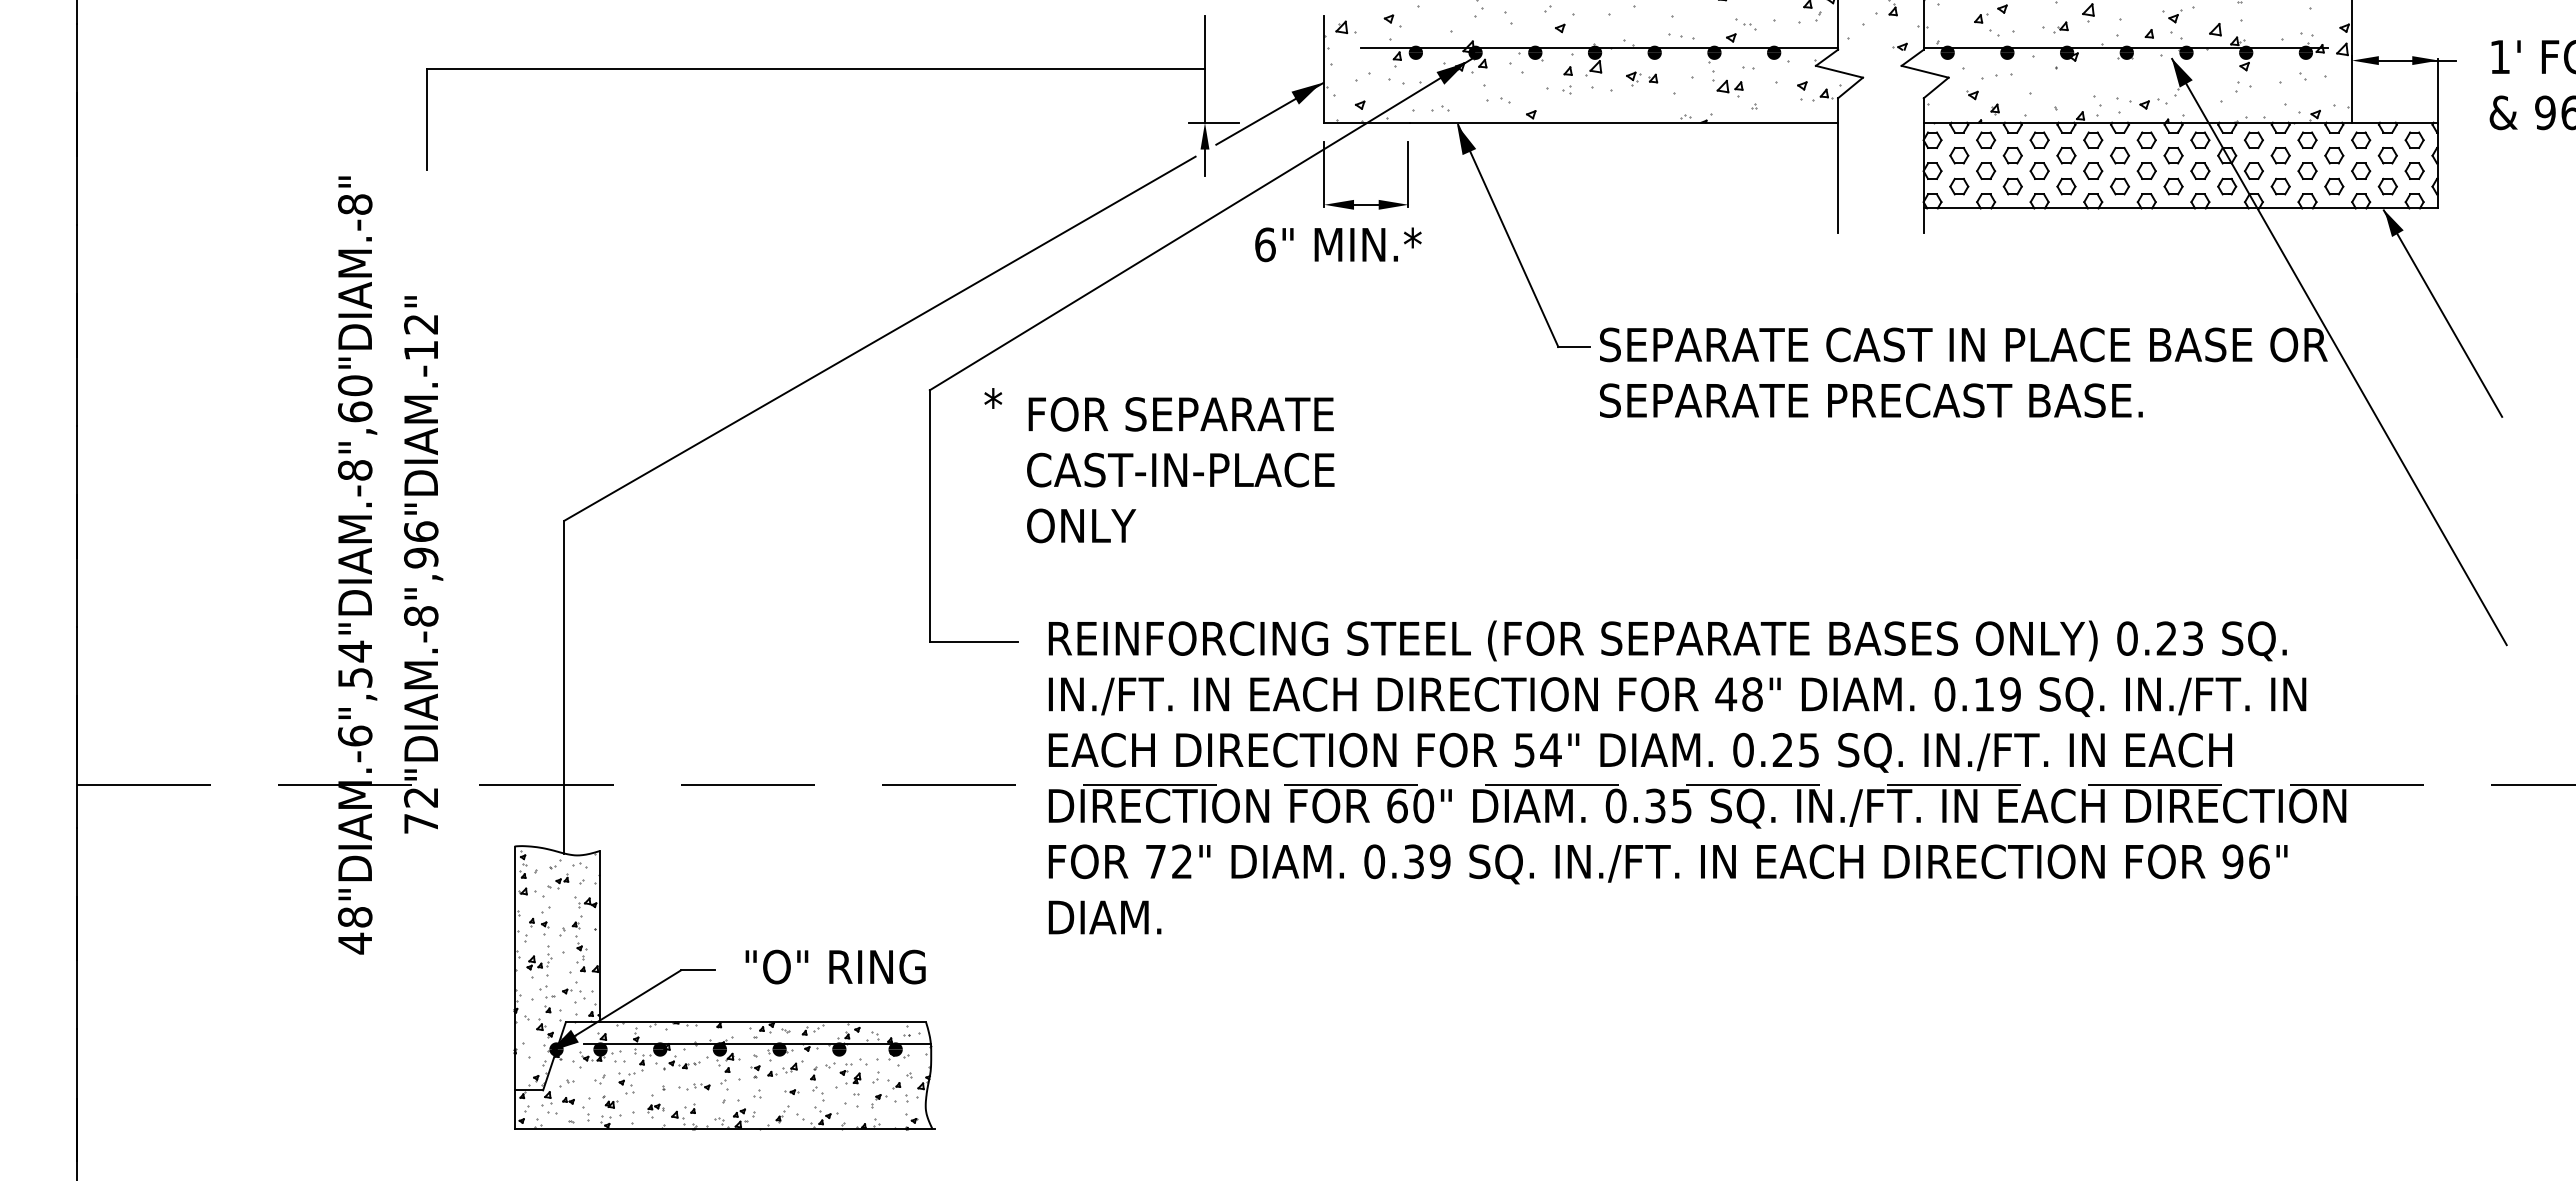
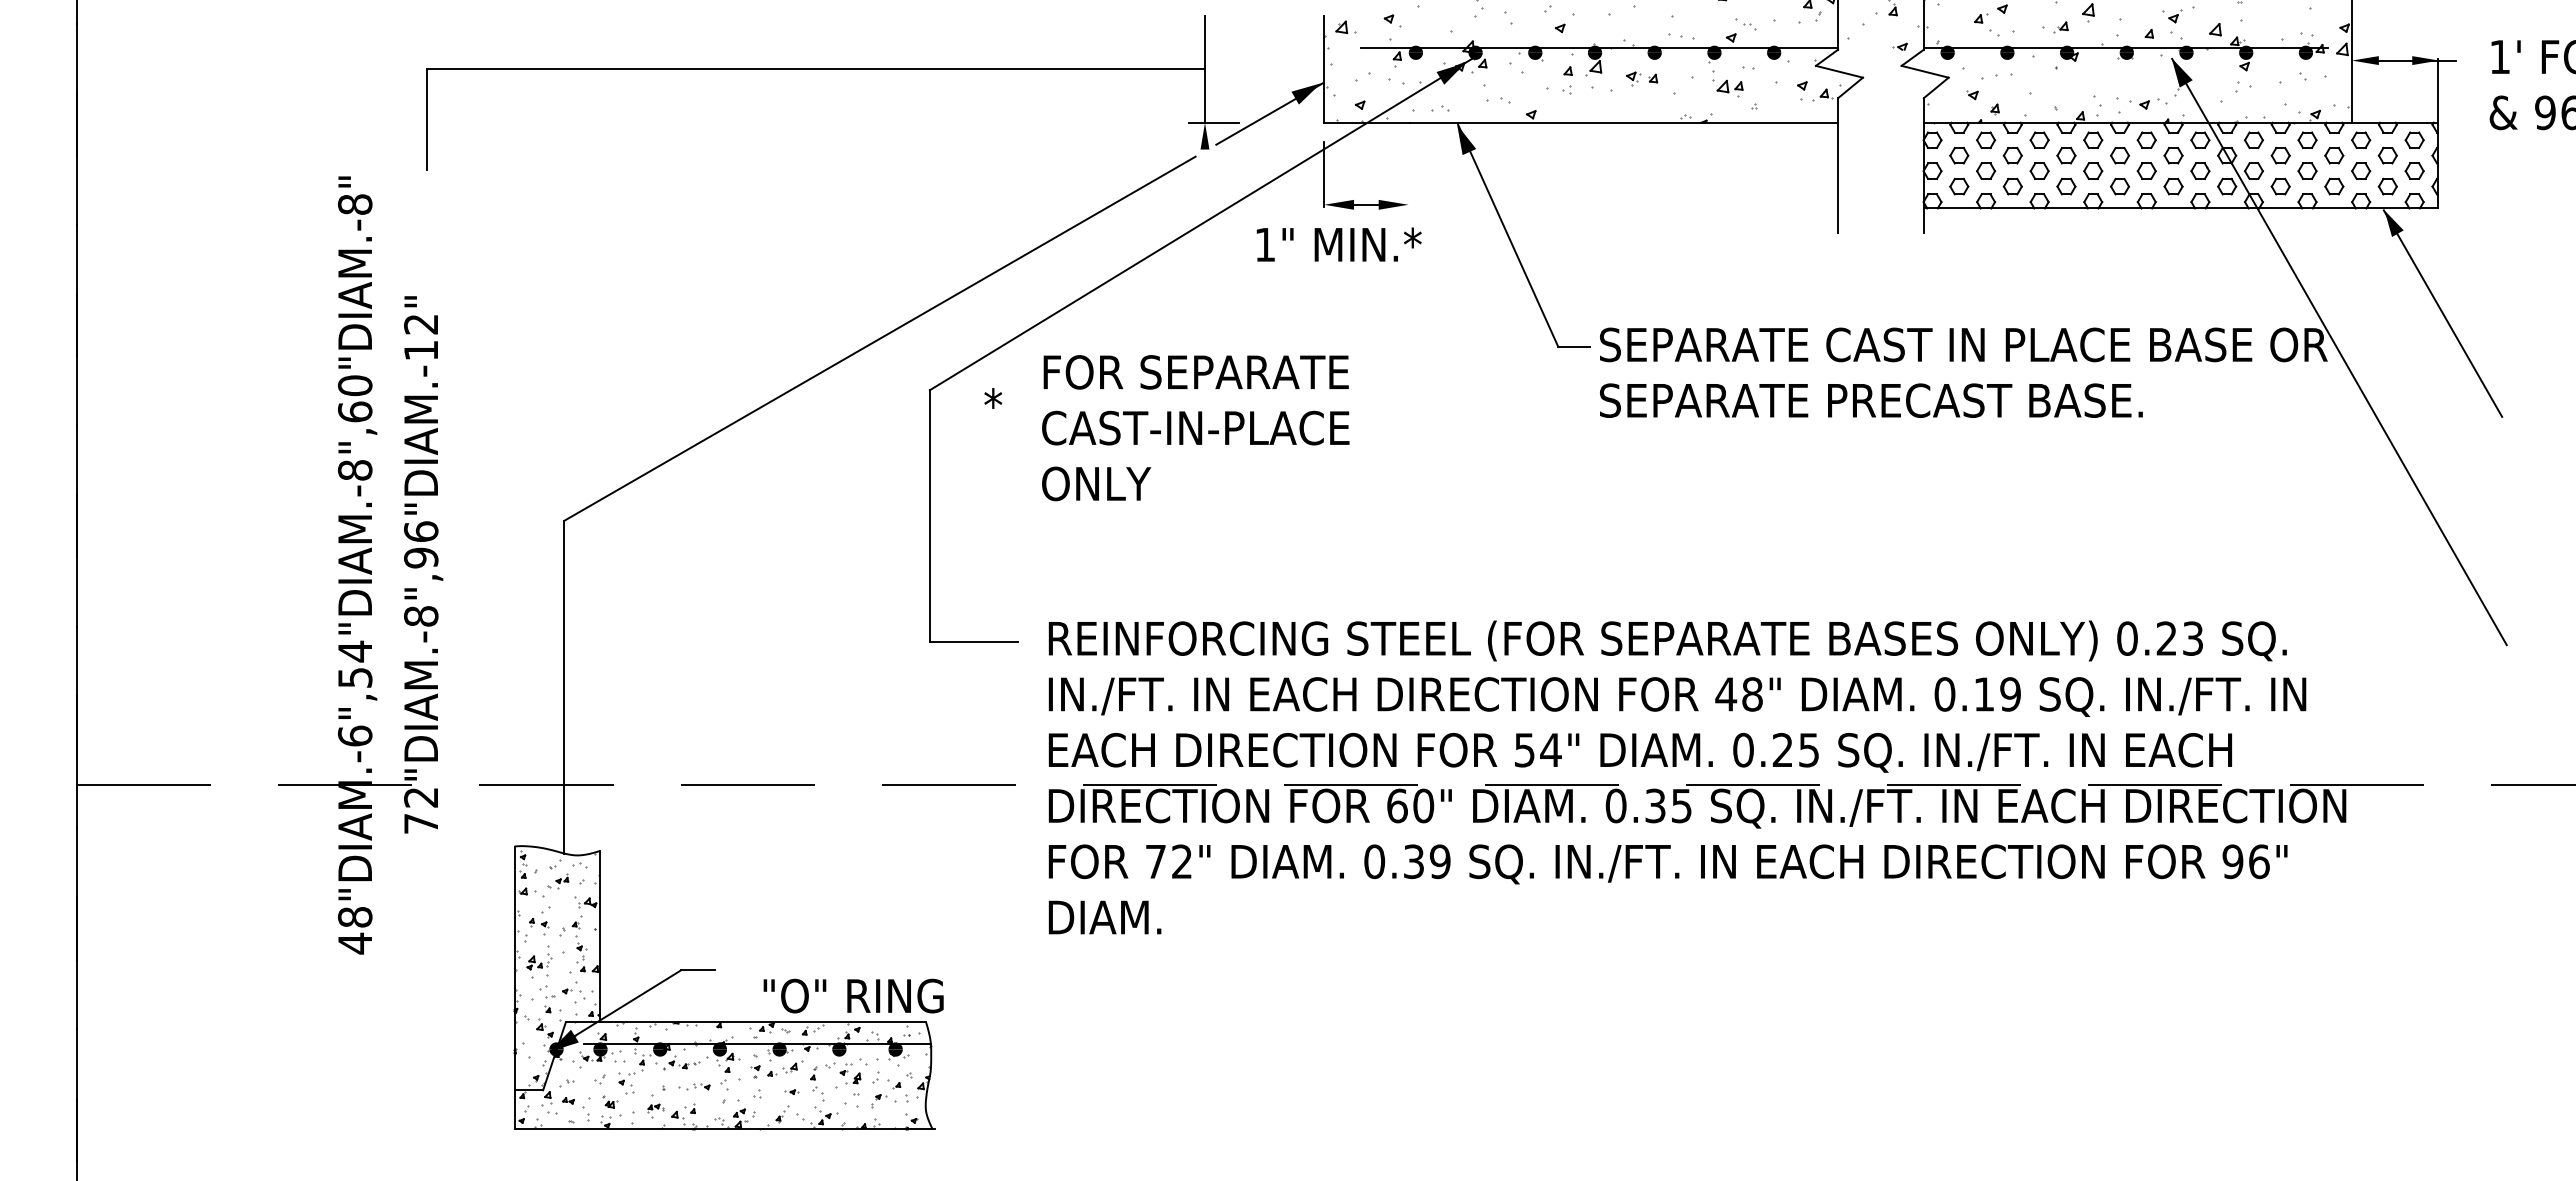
line at (1204, 162): present -> none
line at (1408, 174): present -> none
text at (1265, 244): 6" -> 1"
text at (1180, 470) position: (1180, 470) -> (1195, 428)
text at (835, 966) position: (835, 966) -> (853, 995)
